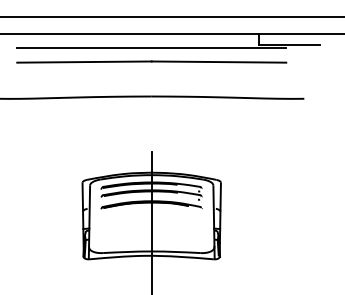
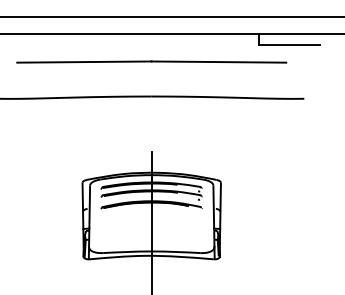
line at (151, 48): present -> none
